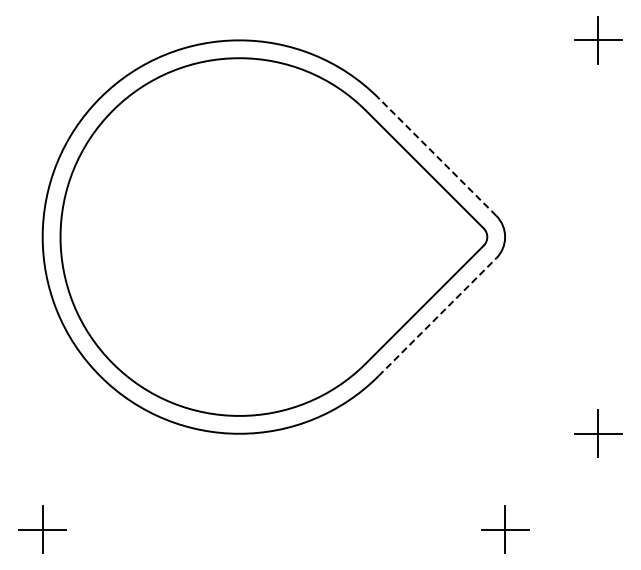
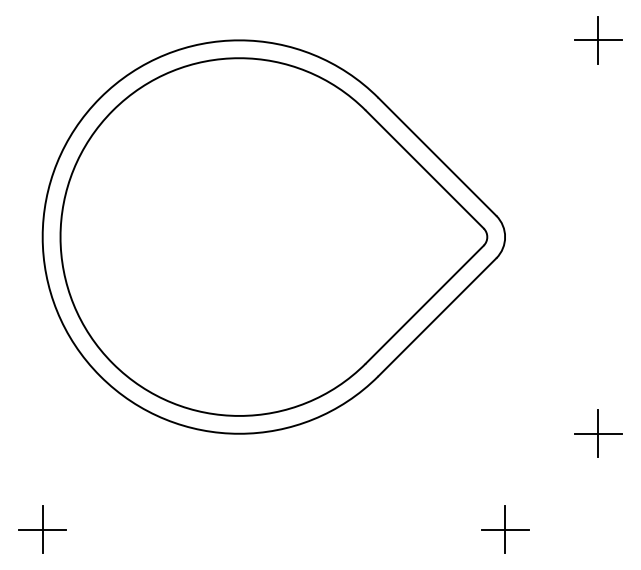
line at (437, 156): dashed -> solid
line at (437, 316): dashed -> solid
